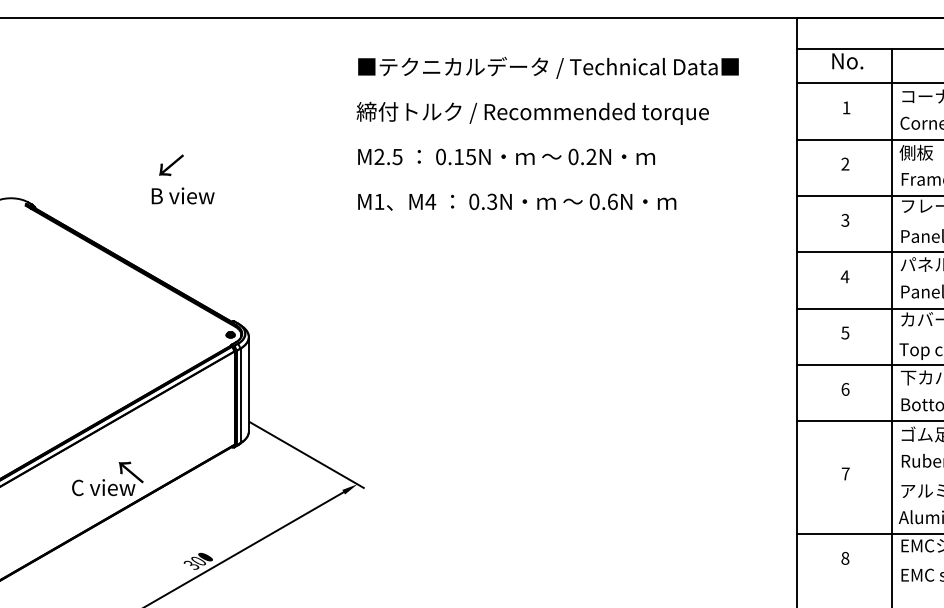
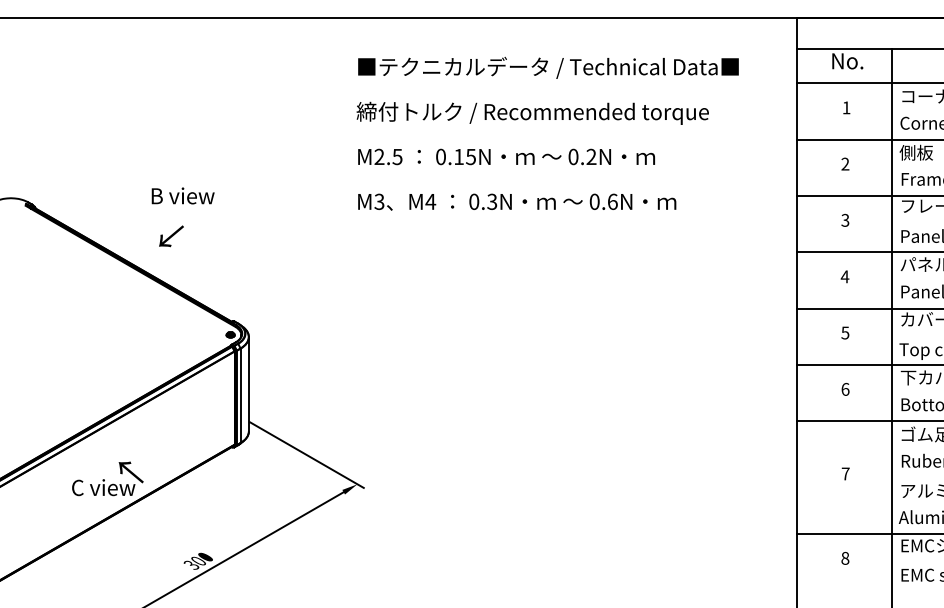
text at (171, 165) position: (171, 165) -> (171, 236)
text at (379, 201): M1 -> M3
